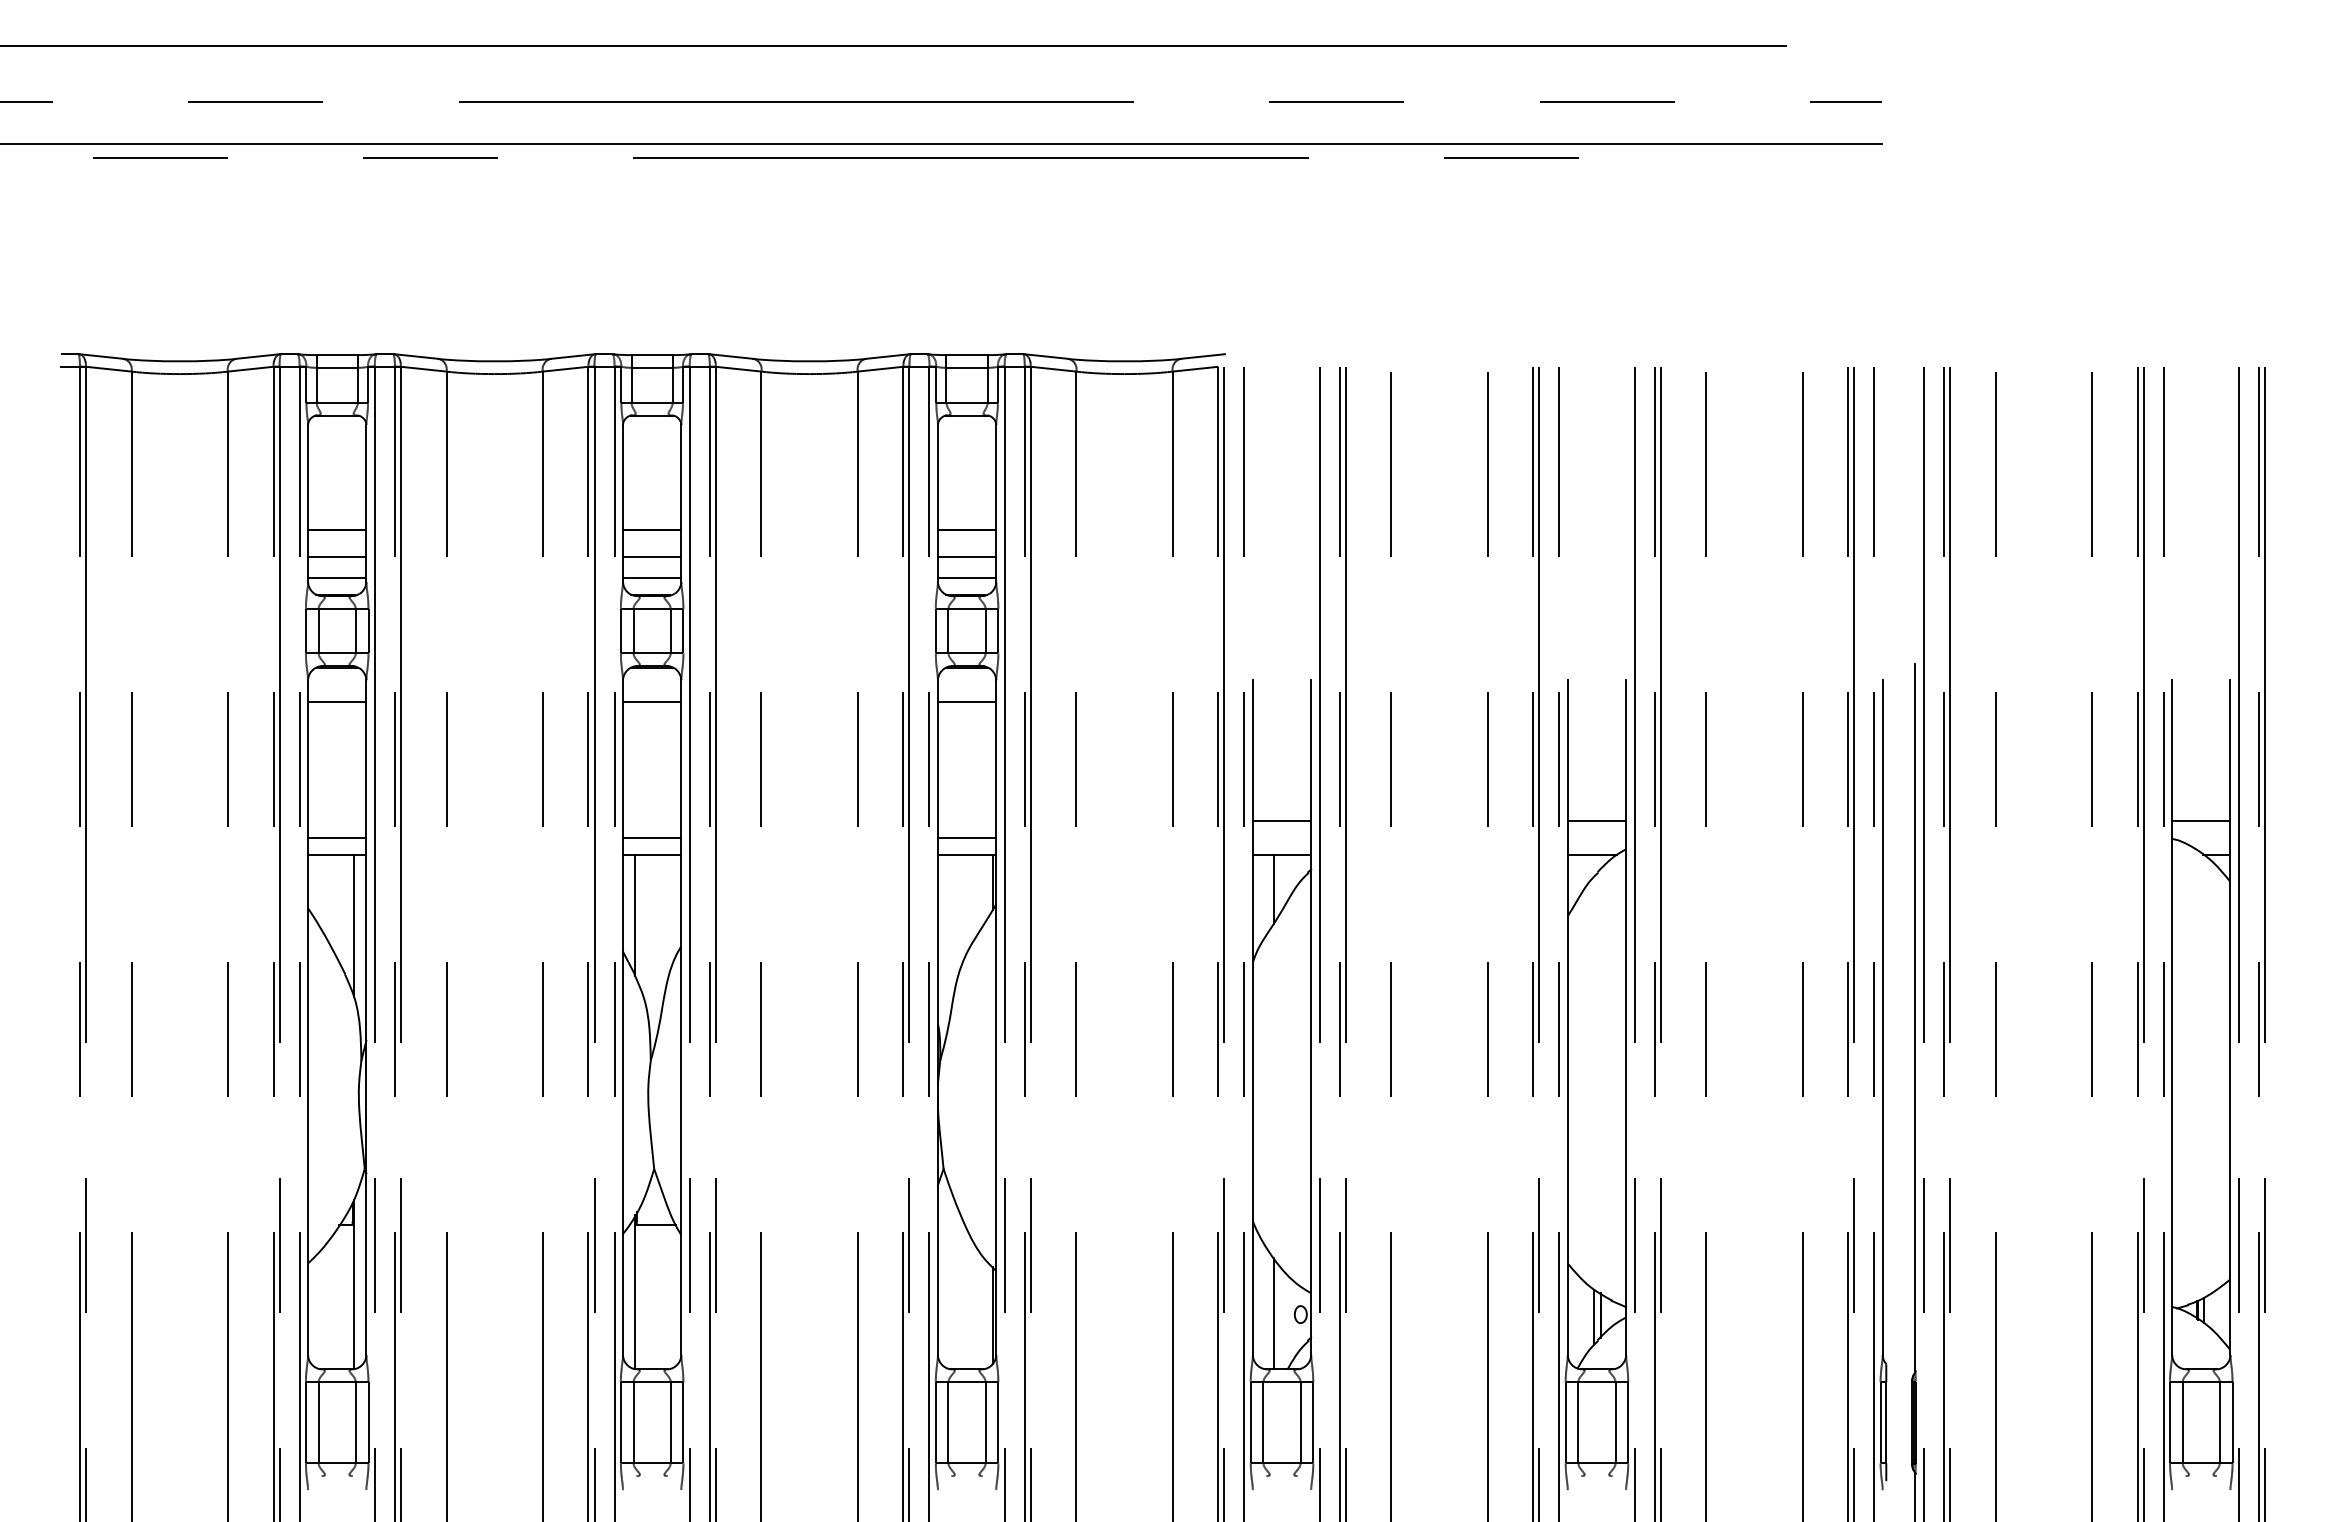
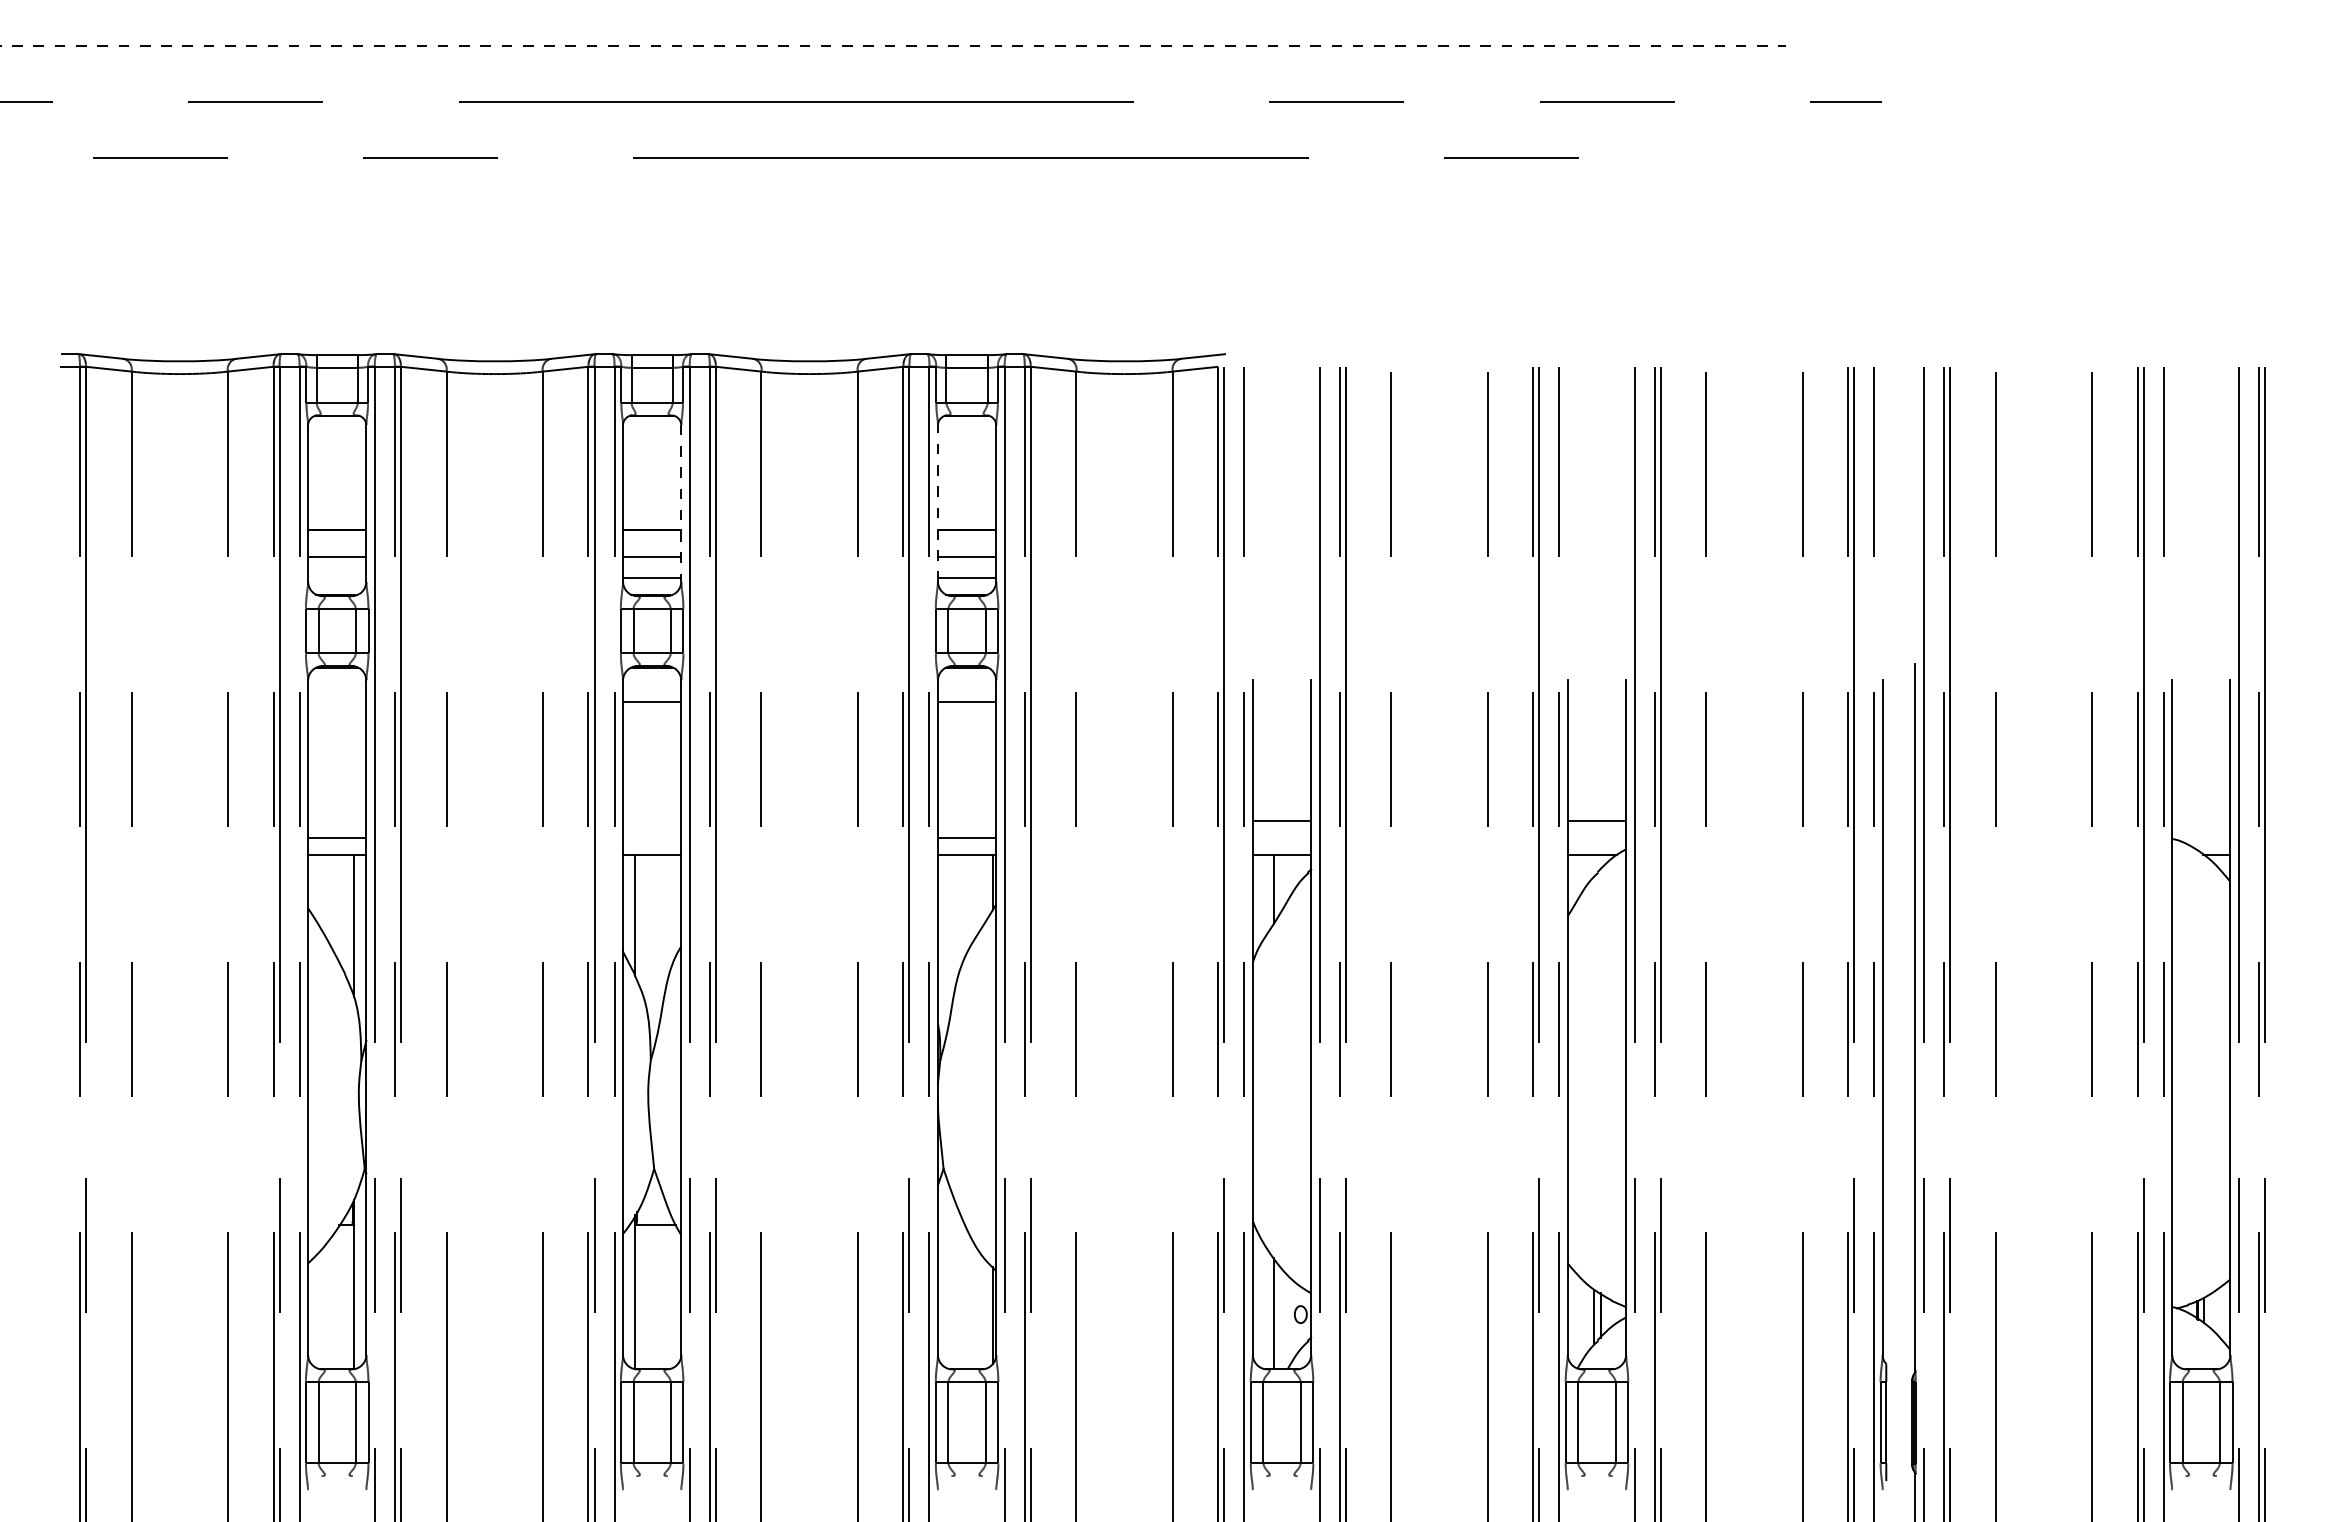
line at (893, 45): solid -> dashed
line at (942, 143): present -> none
line at (681, 503): solid -> dashed
line at (937, 503): solid -> dashed
line at (337, 578): present -> none
line at (337, 701): present -> none
line at (2201, 820): present -> none
line at (652, 837): present -> none
